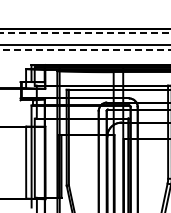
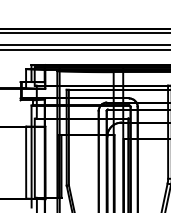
line at (85, 33): dashed -> solid
line at (85, 50): dashed -> solid
